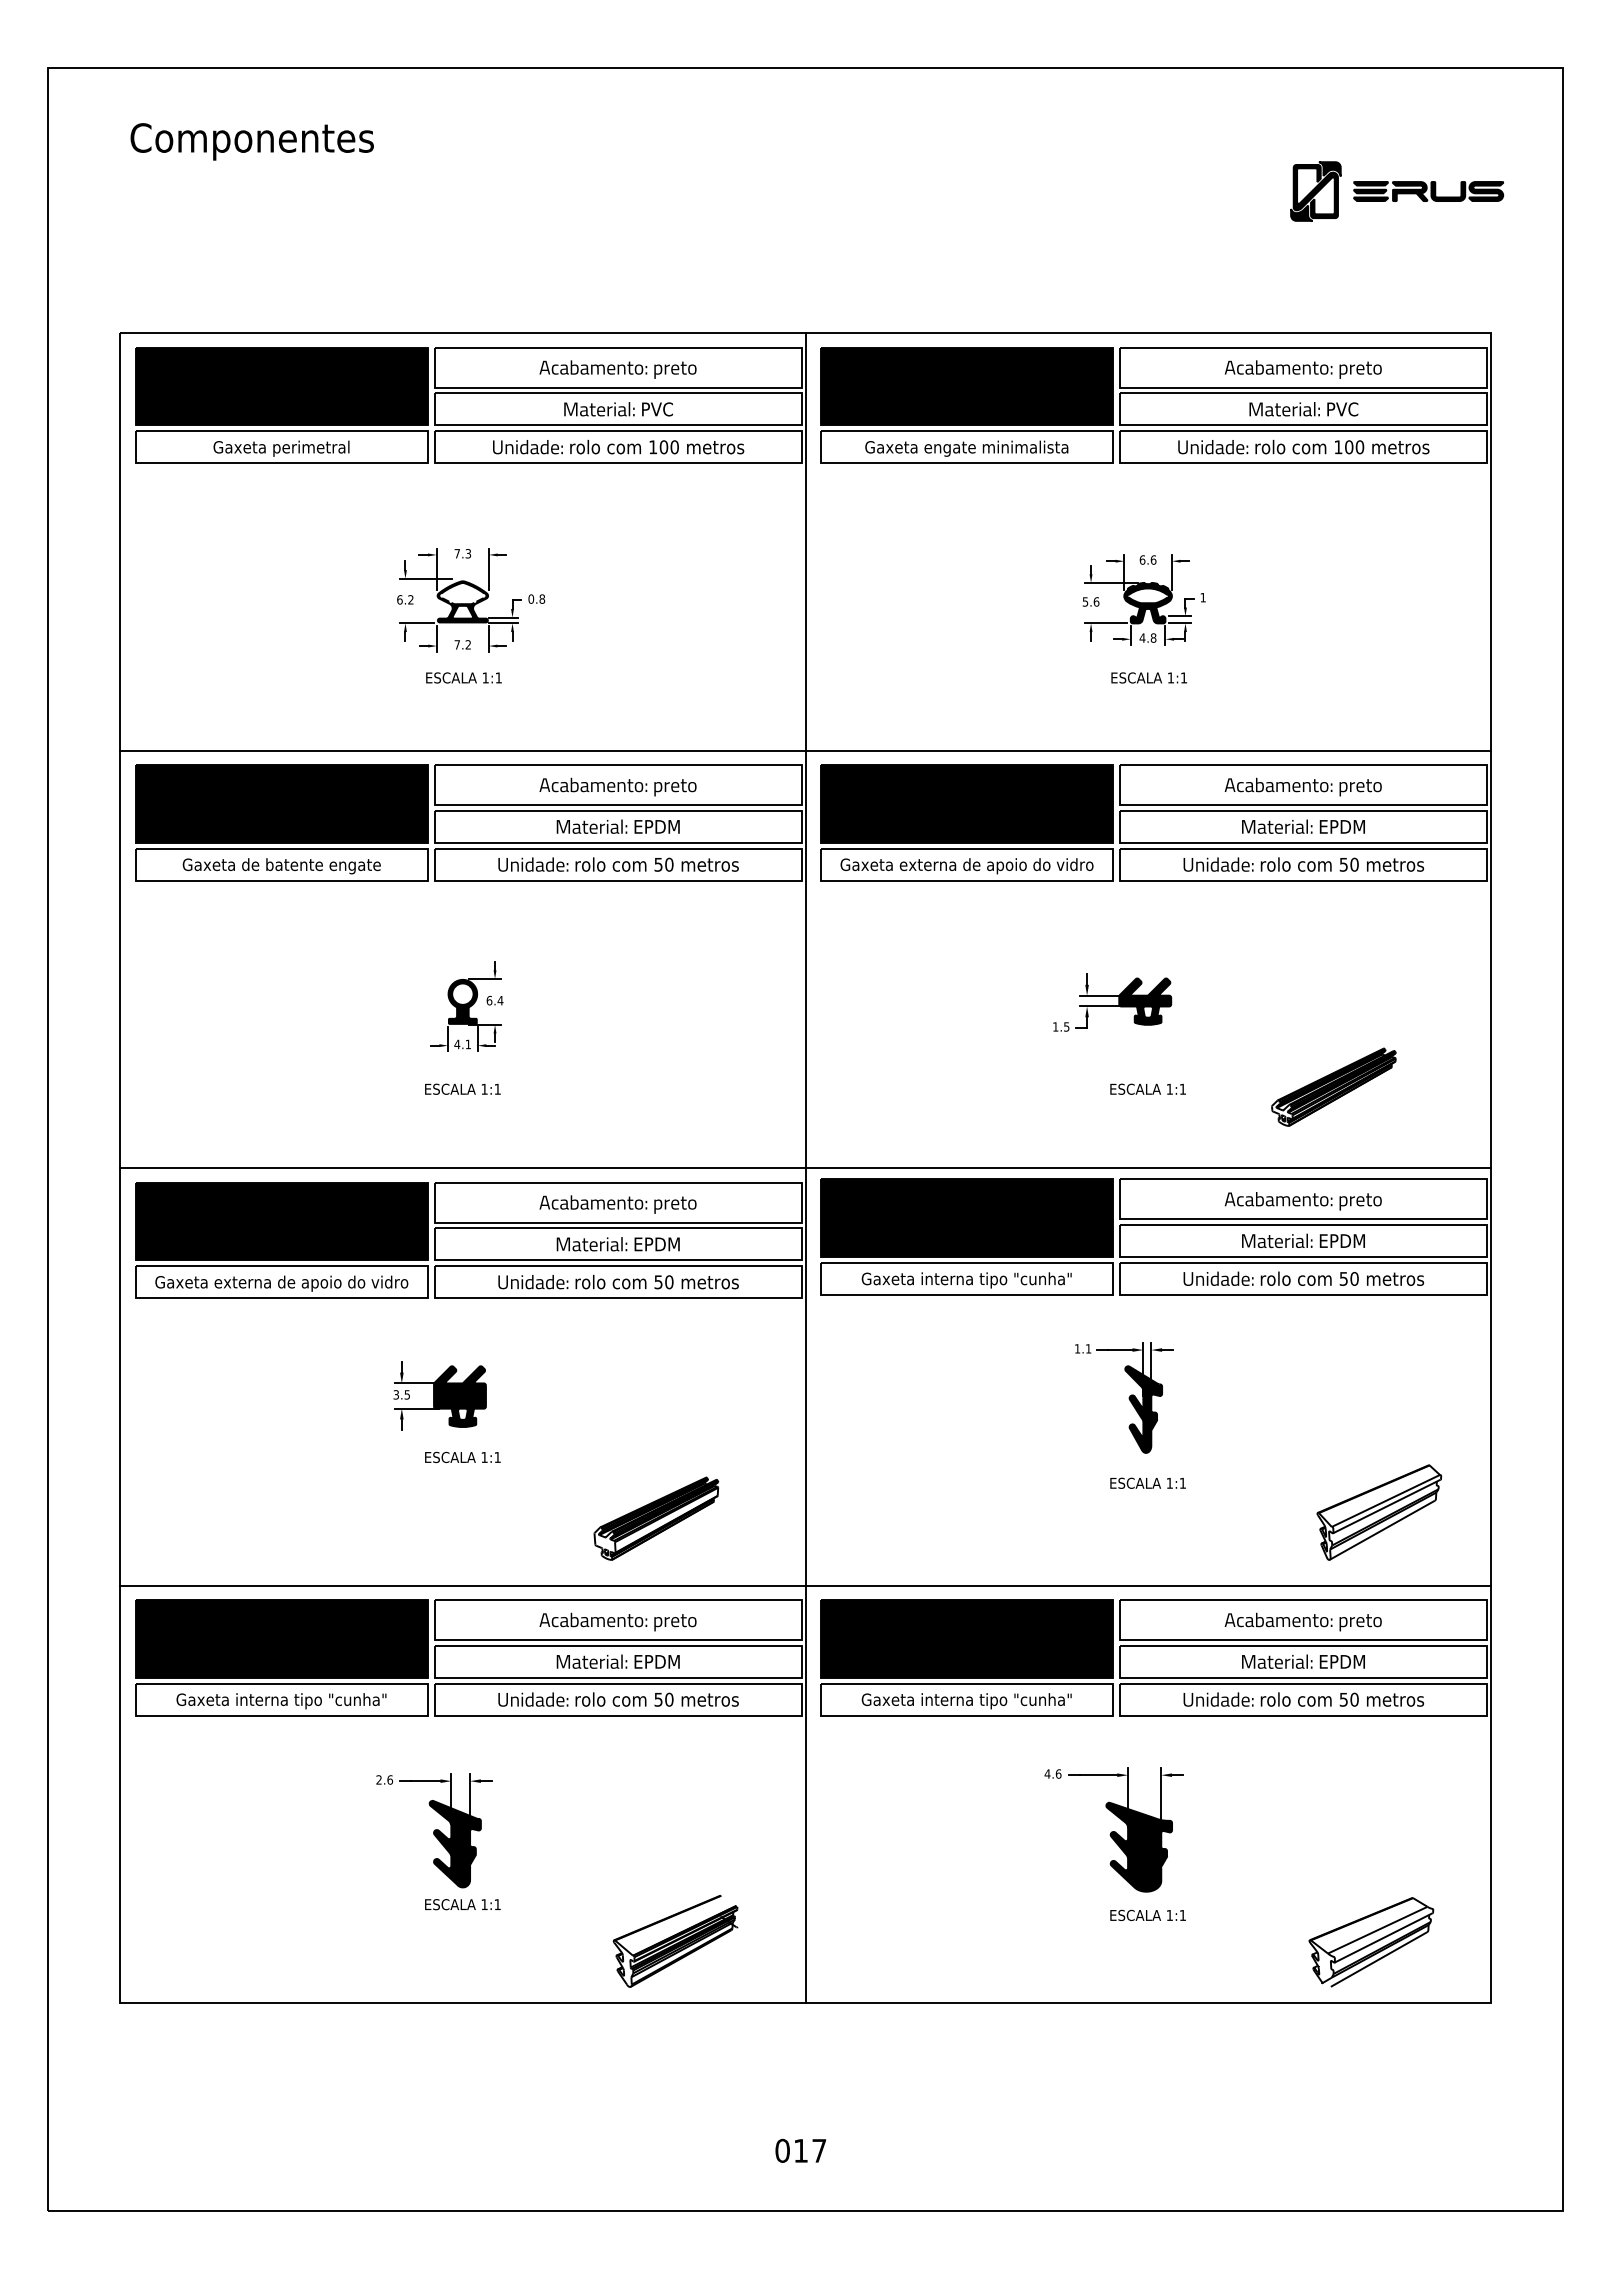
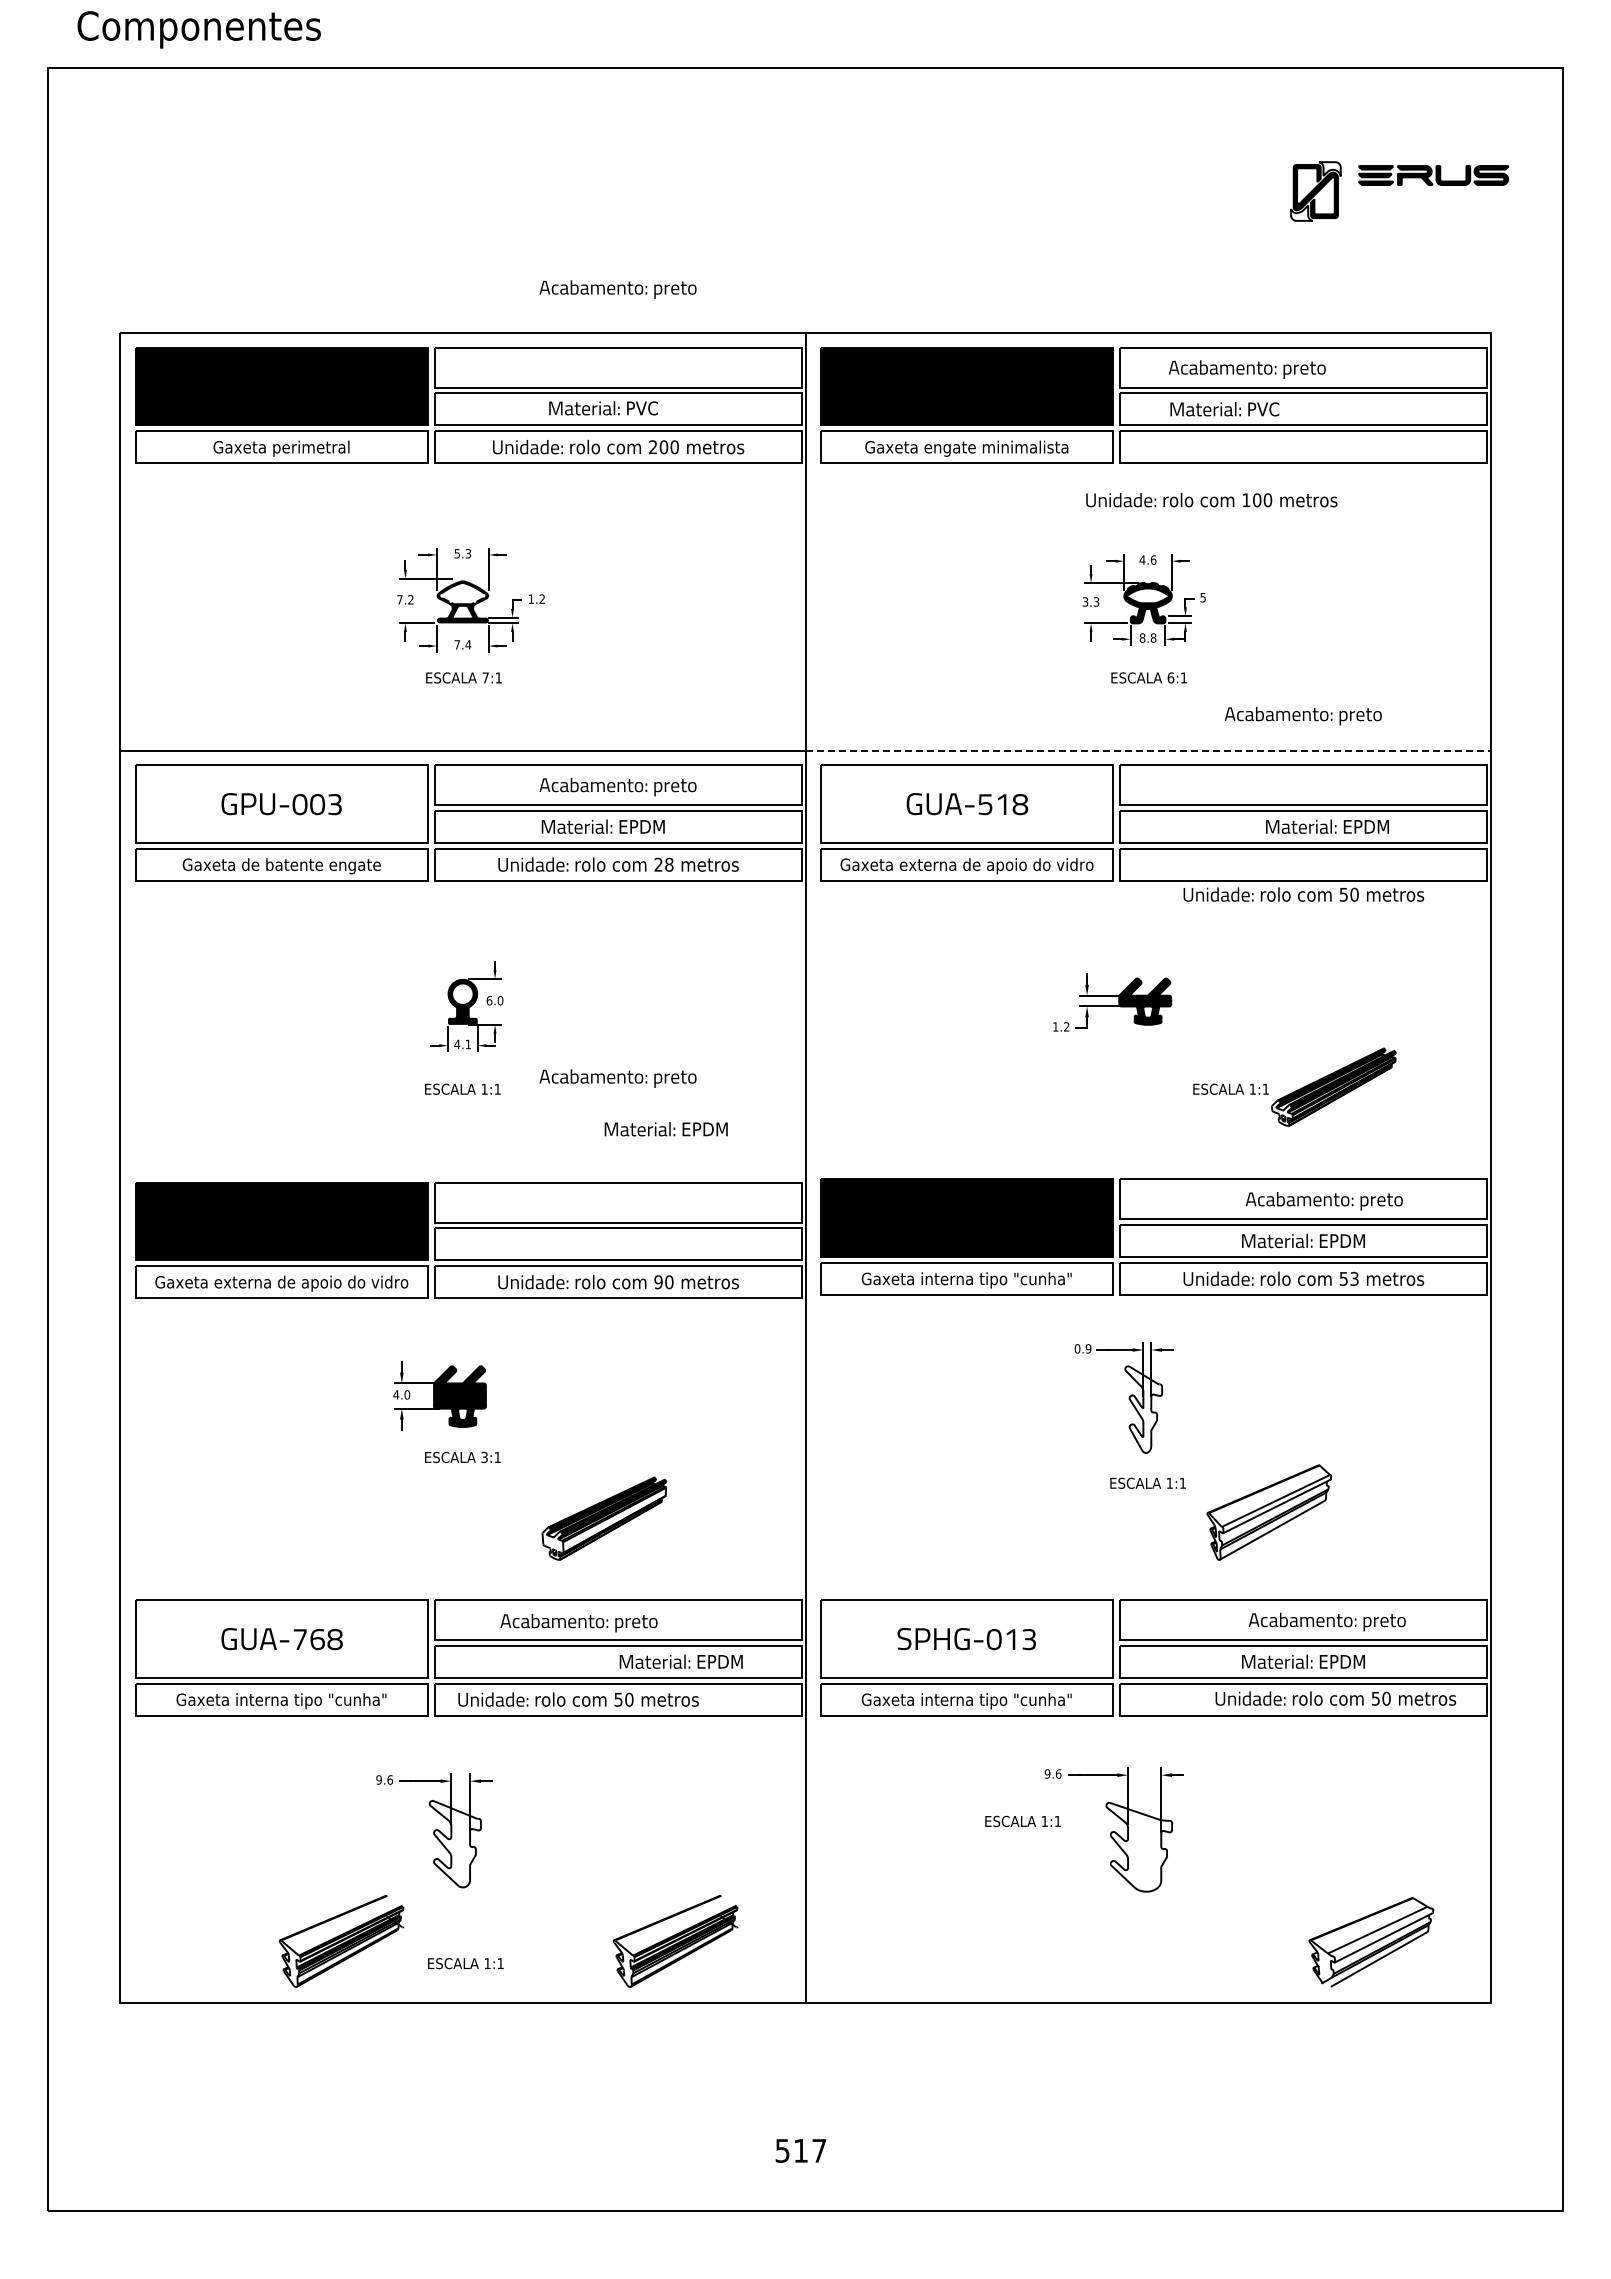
text at (251, 141) position: (251, 141) -> (198, 29)
fill at (1329, 169): present -> none
part at (1428, 191) position: (1428, 191) -> (1433, 175)
fill at (1301, 212): present -> none
text at (617, 369) position: (617, 369) -> (617, 289)
text at (1302, 369) position: (1302, 369) -> (1246, 369)
text at (618, 409) position: (618, 409) -> (603, 408)
text at (1303, 409) position: (1303, 409) -> (1224, 409)
text at (1303, 446) position: (1303, 446) -> (1211, 499)
text at (652, 447): 100 -> 200
text at (456, 553): 7.3 -> 5.3
text at (1142, 559): 6.6 -> 4.6
text at (1202, 597): 1 -> 5
text at (536, 598): 0.8 -> 1.2
text at (399, 599): 6.2 -> 7.2
text at (1091, 601): 5.6 -> 3.3
text at (1142, 637): 4.8 -> 8.8
text at (468, 644): 7.2 -> 7.4
text at (485, 677): 1:1 -> 7:1
text at (1170, 677): 1:1 -> 6:1
line at (1148, 750): solid -> dashed
text at (1302, 786) position: (1302, 786) -> (1302, 715)
fill at (281, 803): present -> none
fill at (966, 803): present -> none
text at (617, 826) position: (617, 826) -> (602, 826)
text at (1303, 826) position: (1303, 826) -> (1327, 826)
text at (663, 864): 50 -> 28
text at (1303, 864) position: (1303, 864) -> (1303, 894)
text at (500, 1000): 6.4 -> 6.0
text at (1066, 1026): 1.5 -> 1.2
text at (1147, 1088) position: (1147, 1088) -> (1230, 1088)
line at (805, 1168): present -> none
text at (1302, 1201) position: (1302, 1201) -> (1323, 1201)
text at (617, 1204) position: (617, 1204) -> (617, 1078)
text at (617, 1244) position: (617, 1244) -> (665, 1129)
text at (1354, 1278): 50 -> 53
text at (658, 1281): 50 -> 90
text at (1082, 1348): 1.1 -> 0.9
text at (401, 1394): 3.5 -> 4.0
fill at (1143, 1409): present -> none
text at (484, 1457): 1:1 -> 3:1
part at (1379, 1512) position: (1379, 1512) -> (1269, 1512)
part at (656, 1518) position: (656, 1518) -> (604, 1518)
line at (805, 1585): present -> none
text at (617, 1621) position: (617, 1621) -> (578, 1622)
text at (1302, 1621) position: (1302, 1621) -> (1326, 1621)
fill at (281, 1638): present -> none
fill at (966, 1638): present -> none
text at (617, 1661) position: (617, 1661) -> (680, 1661)
text at (618, 1699) position: (618, 1699) -> (578, 1699)
text at (1303, 1699) position: (1303, 1699) -> (1335, 1698)
text at (1047, 1773): 4.6 -> 9.6
text at (378, 1779): 2.6 -> 9.6
fill at (454, 1843): present -> none
fill at (1139, 1846): present -> none
text at (462, 1904) position: (462, 1904) -> (465, 1963)
text at (1147, 1915) position: (1147, 1915) -> (1022, 1821)
part at (341, 1941): none -> present
text at (782, 2150): 017 -> 517
